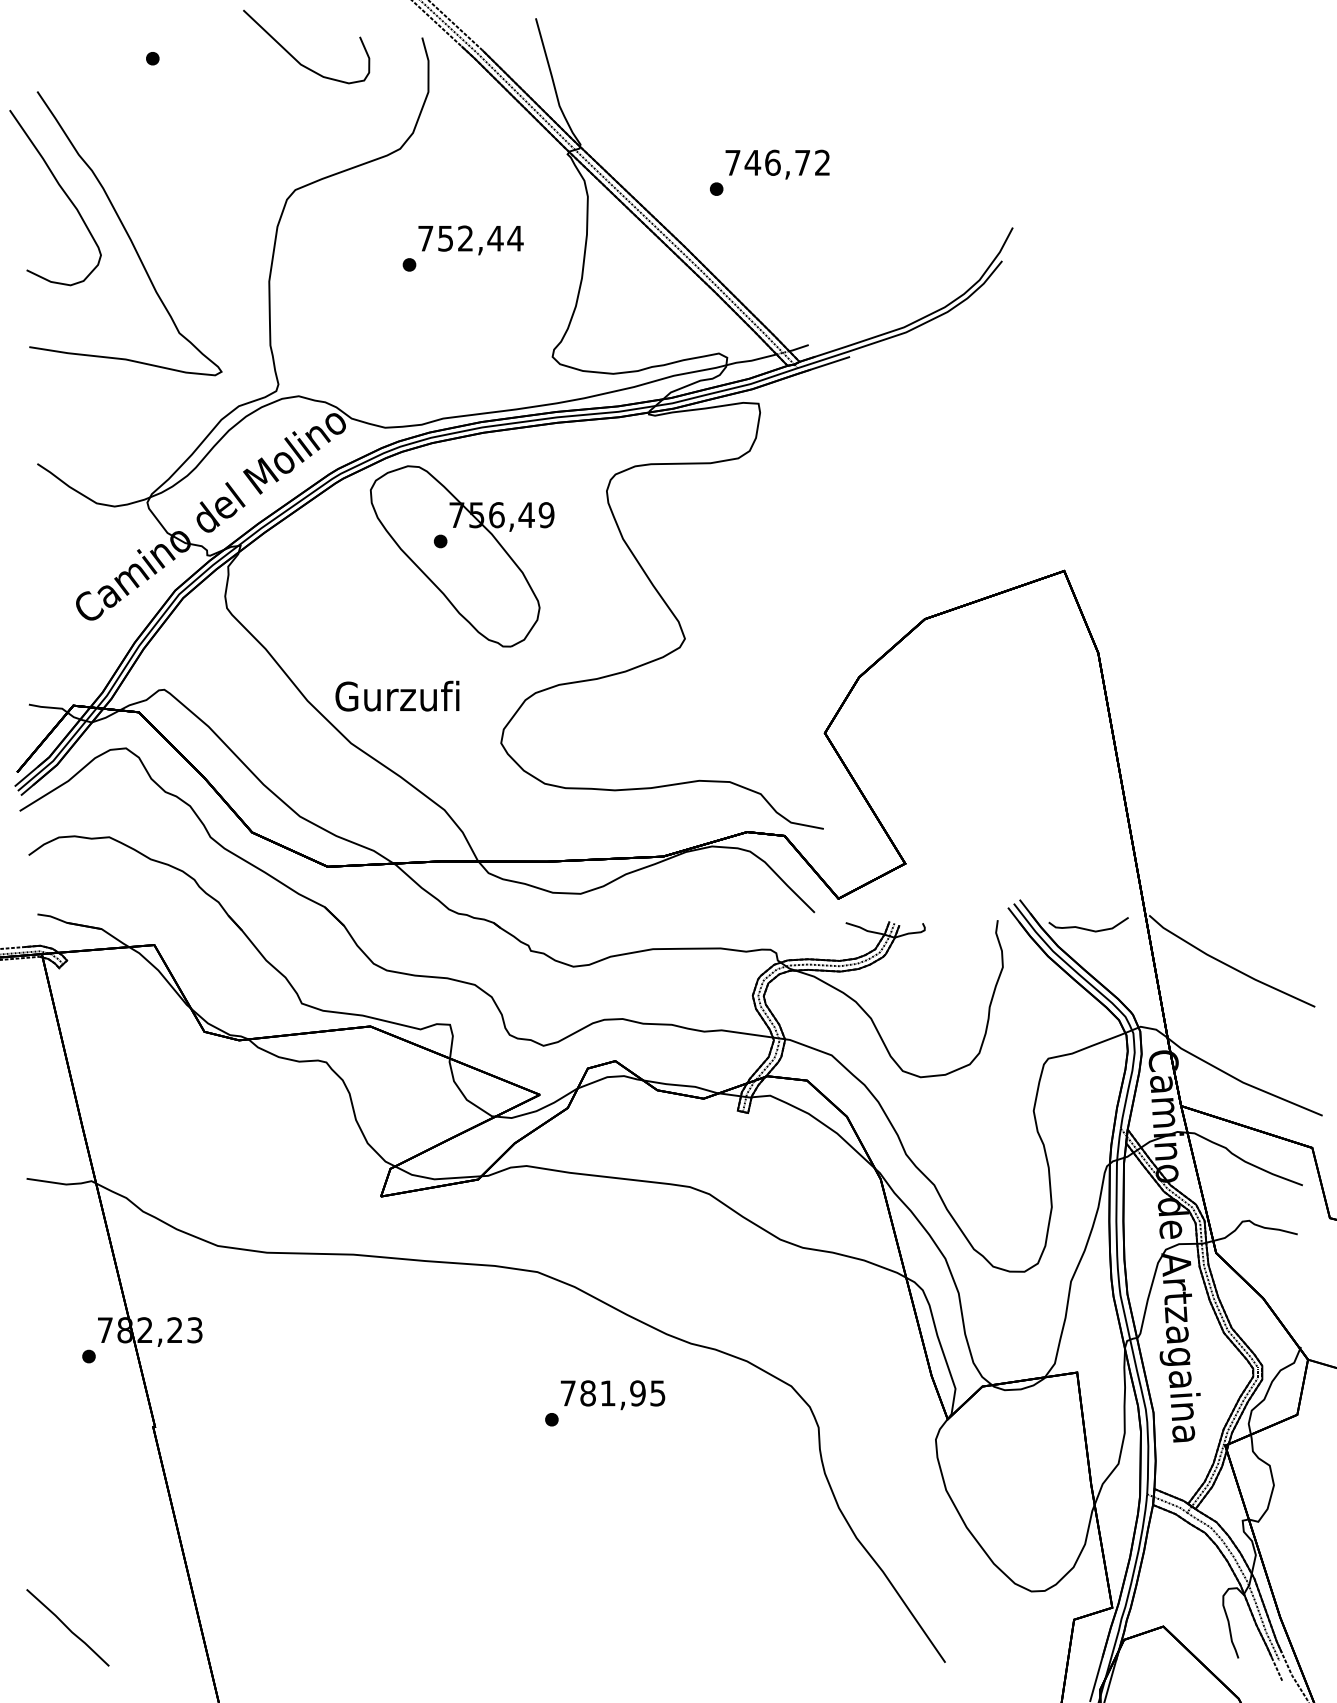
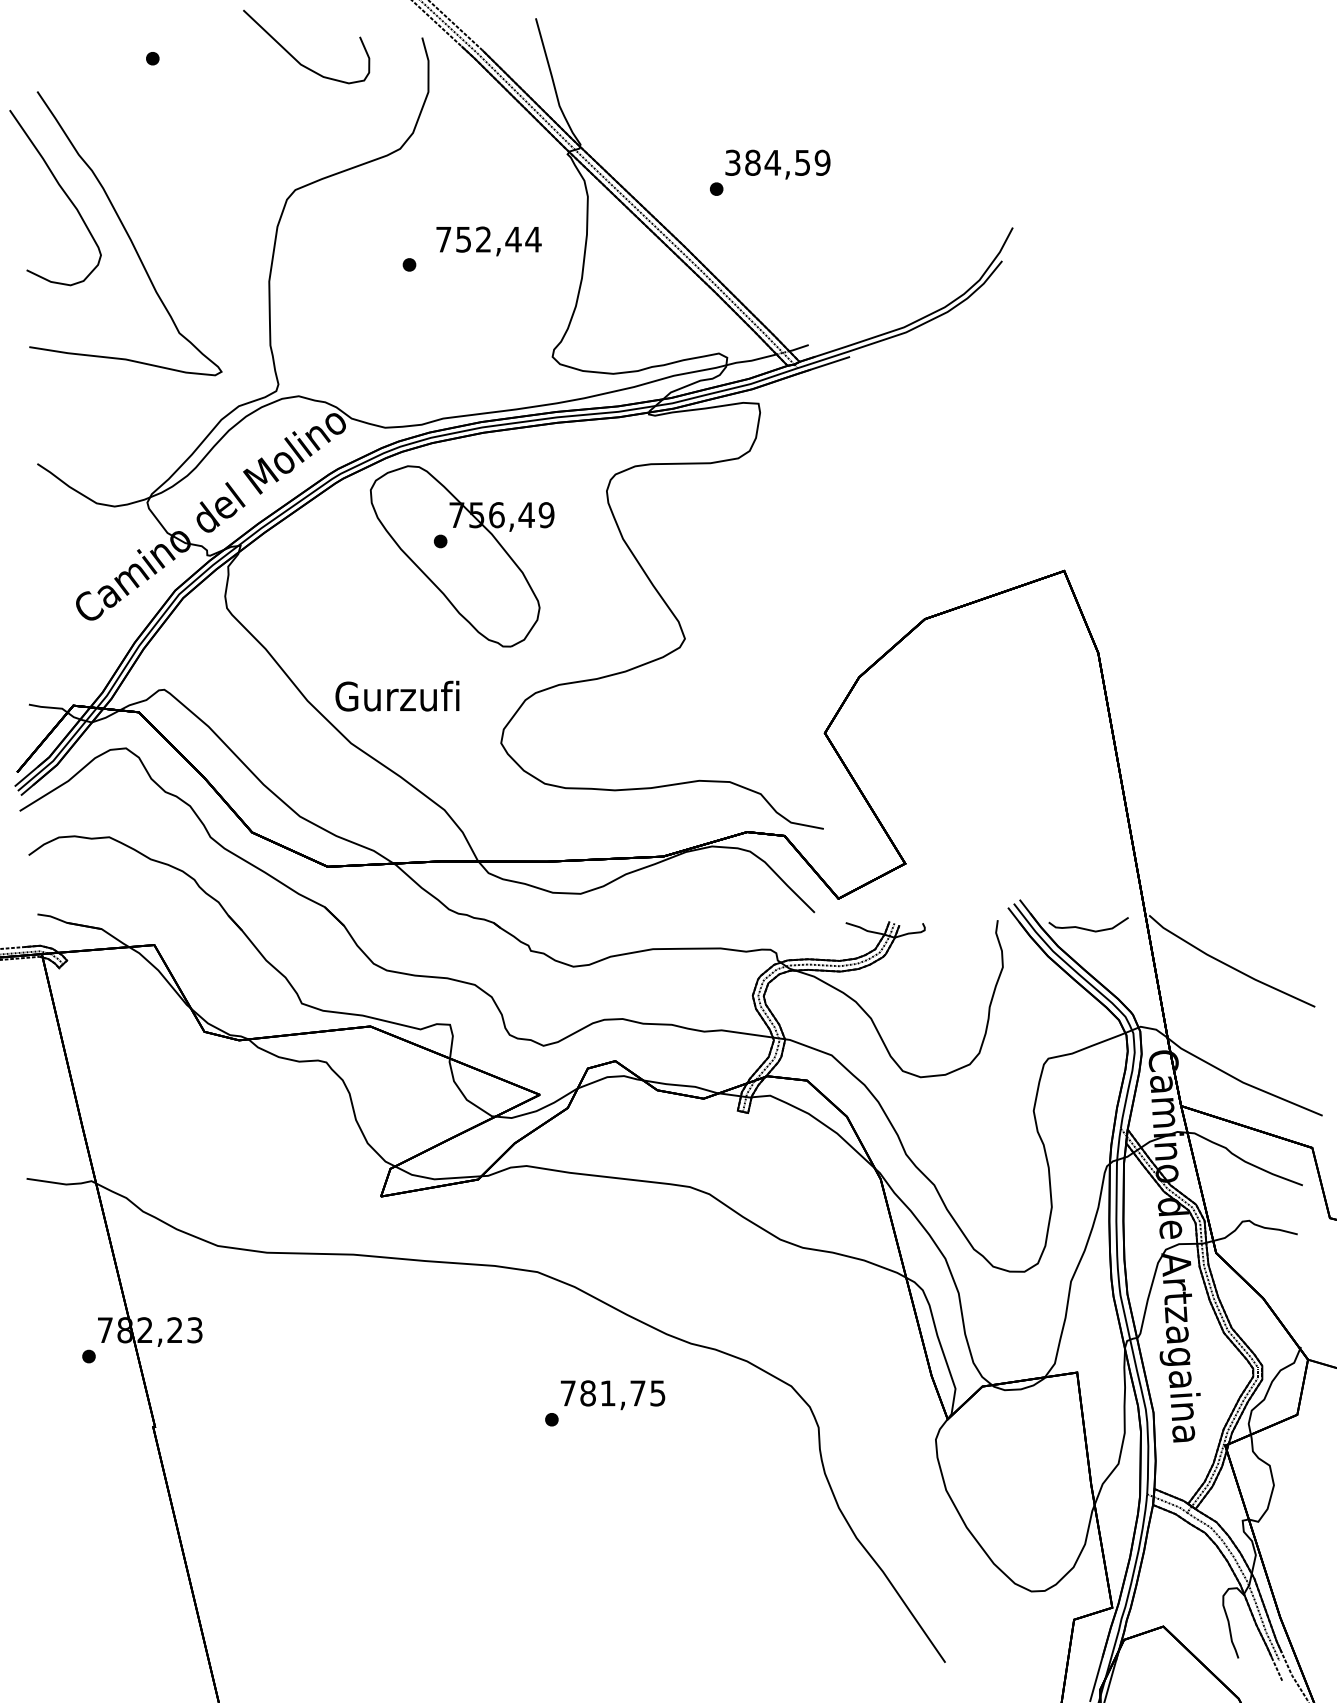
text at (777, 162): 746,72 -> 384,59
text at (470, 240) position: (470, 240) -> (488, 241)
text at (637, 1393): 781,95 -> 781,75
line at (67, 1627): present -> none
